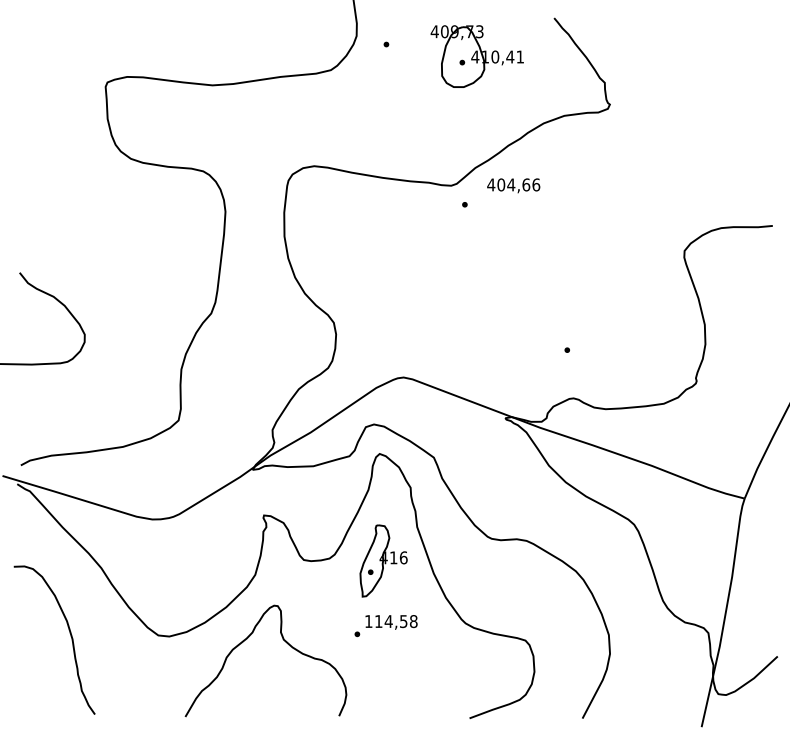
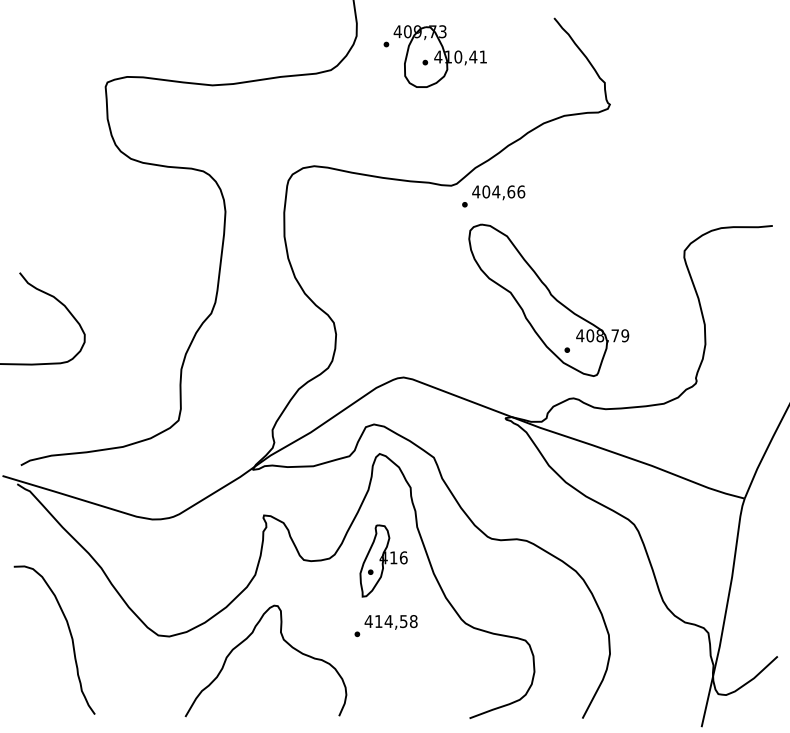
part at (476, 56) position: (476, 56) -> (439, 56)
text at (513, 185) position: (513, 185) -> (498, 192)
part at (548, 299): none -> present
text at (368, 621): 114,58 -> 414,58
